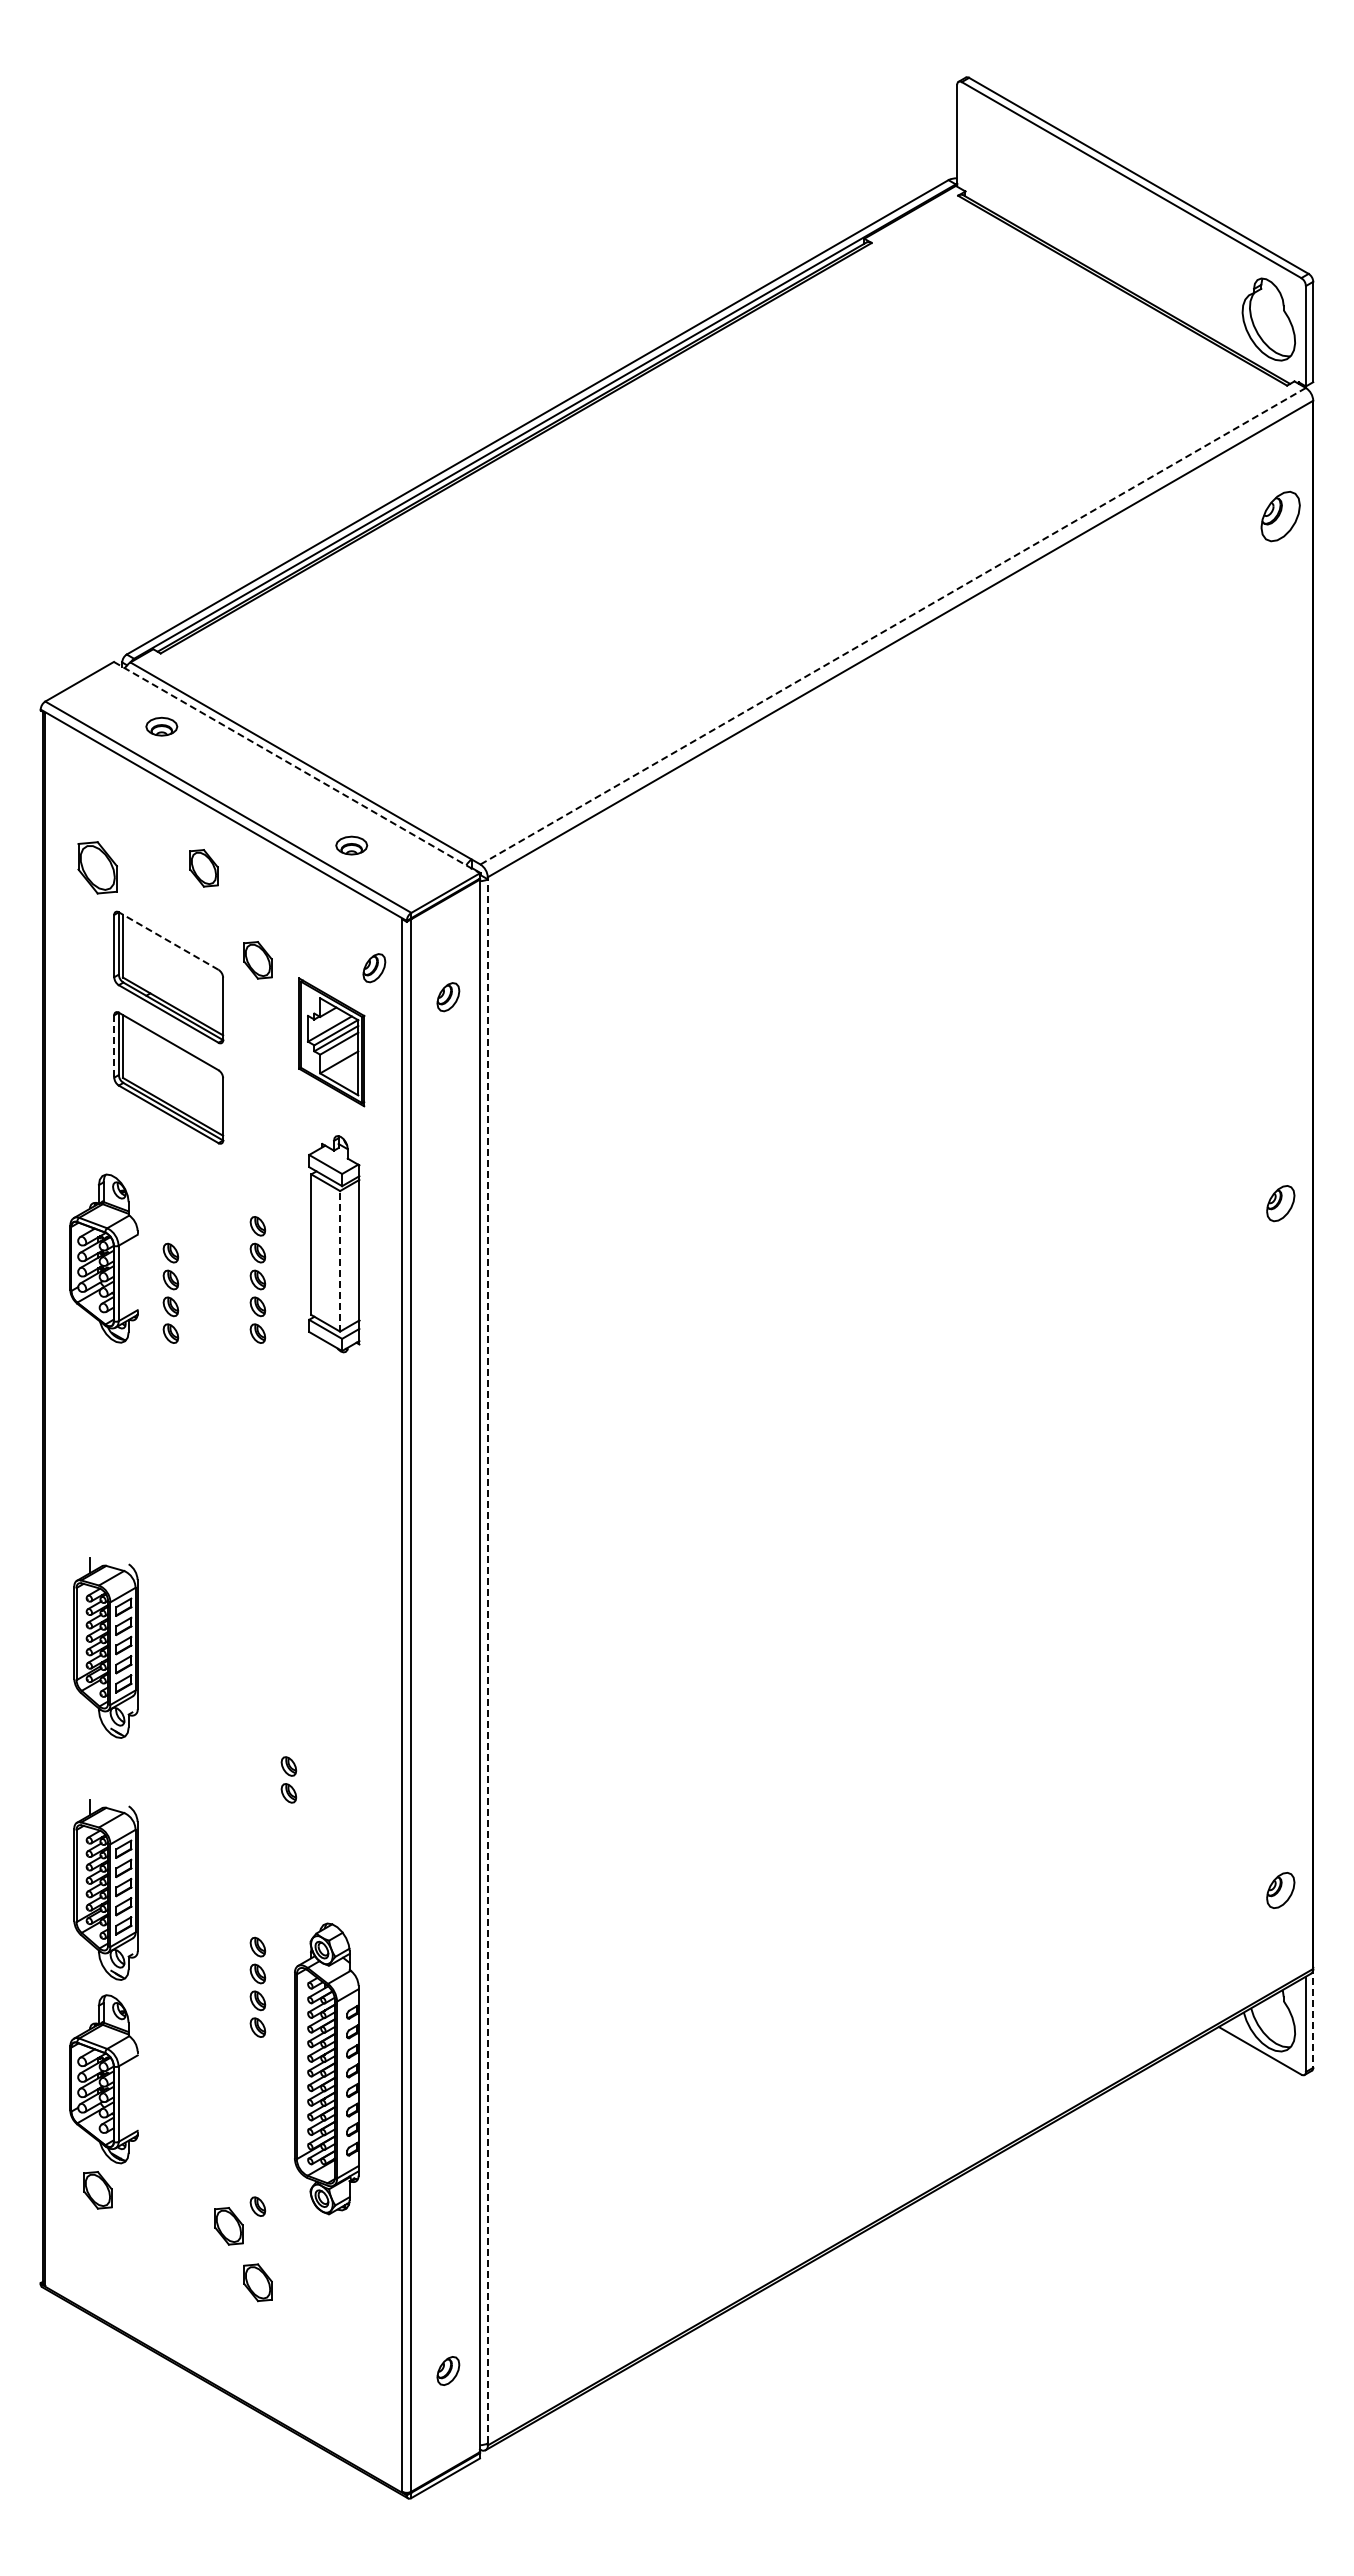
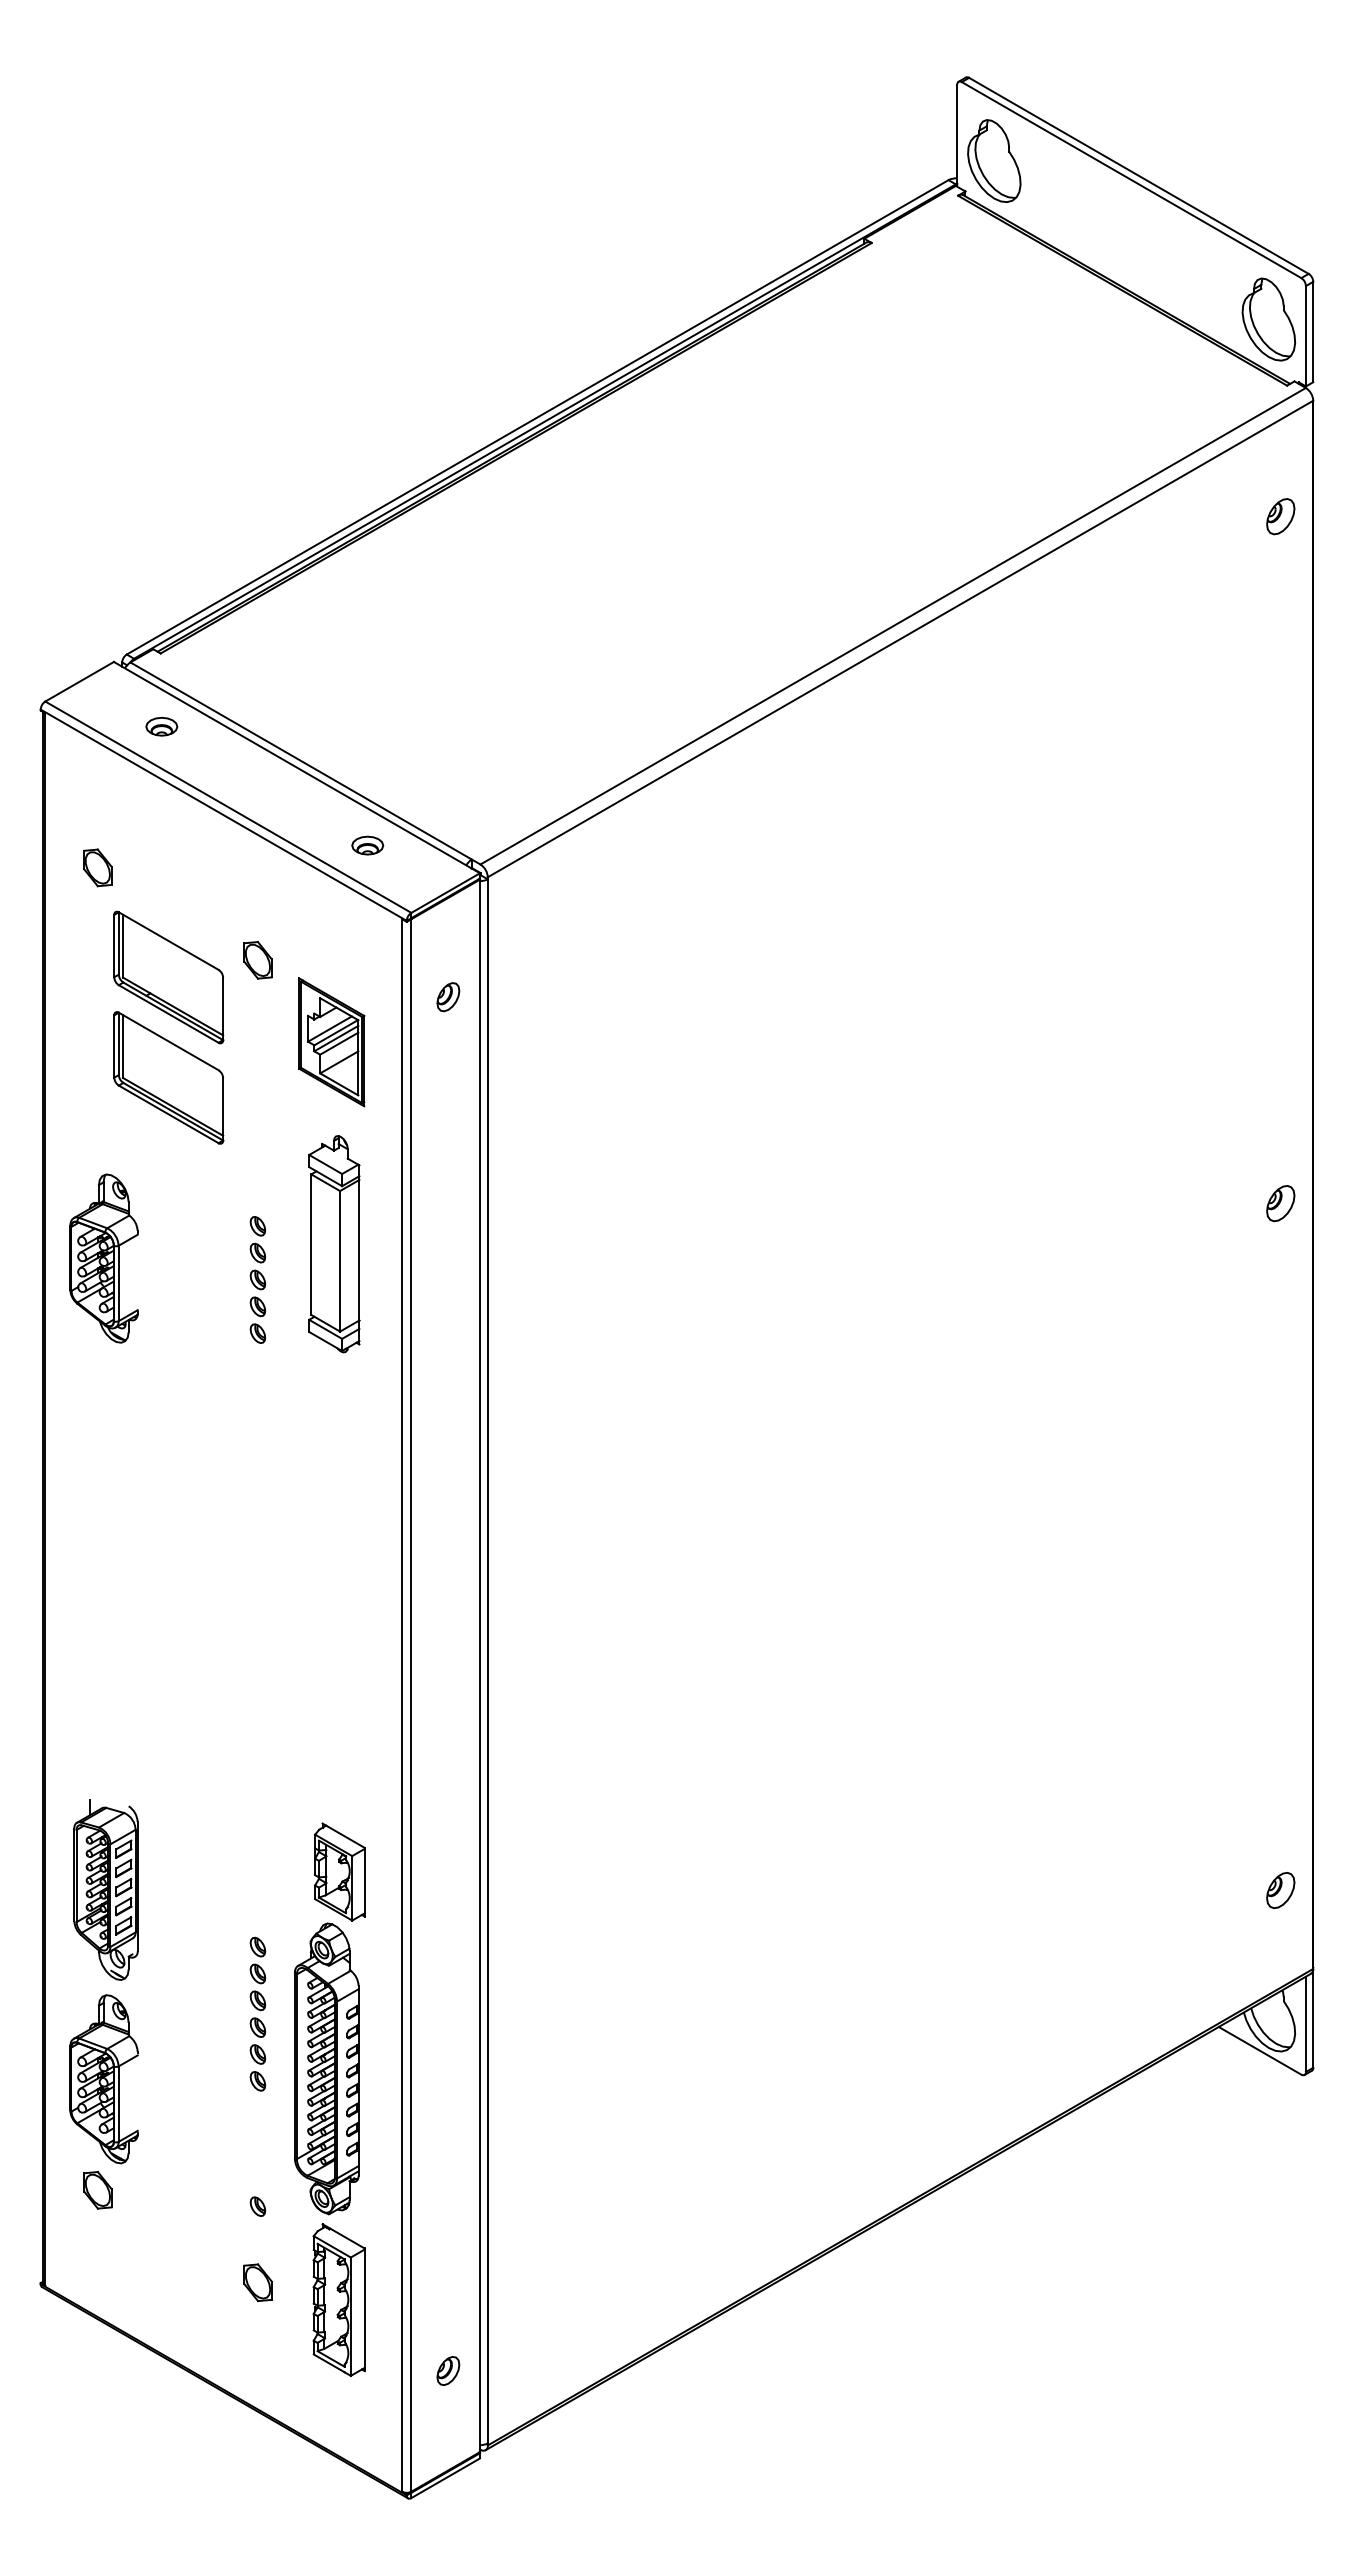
part at (994, 160): none -> present
part at (1280, 516) size: 41x53 px -> 30x38 px
line at (893, 626): dashed -> solid
line at (297, 767): dashed -> solid
part at (351, 845) position: (351, 845) -> (367, 845)
part at (97, 867) size: 41x54 px -> 30x40 px
part at (203, 868): present -> none
line at (168, 941): dashed -> solid
part at (374, 968): present -> none
line at (114, 1047): dashed -> solid
line at (340, 1260): dashed -> solid
part at (170, 1292): present -> none
part at (105, 1647): present -> none
line at (487, 1660): dashed -> solid
part at (288, 1779) position: (288, 1779) -> (257, 2067)
part at (339, 1871): none -> present
line at (1313, 2018): dashed -> solid
part at (228, 2226): present -> none
part at (338, 2299): none -> present
